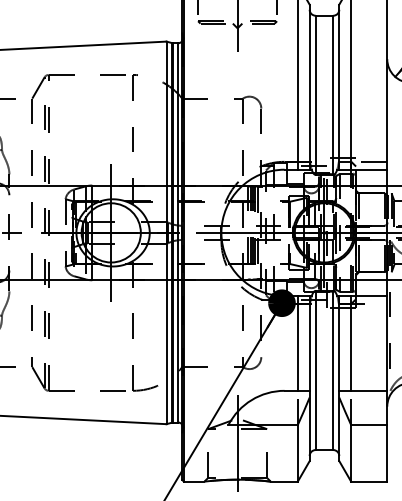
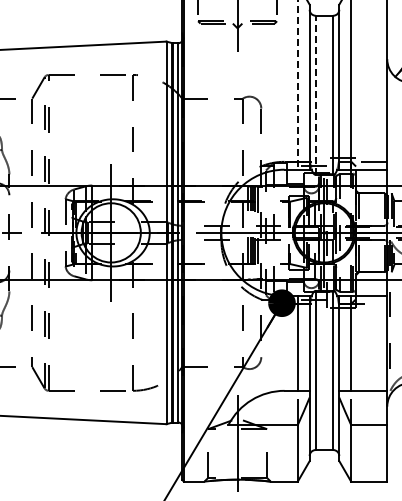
line at (297, 84): solid -> dashed
line at (315, 95): solid -> dashed
